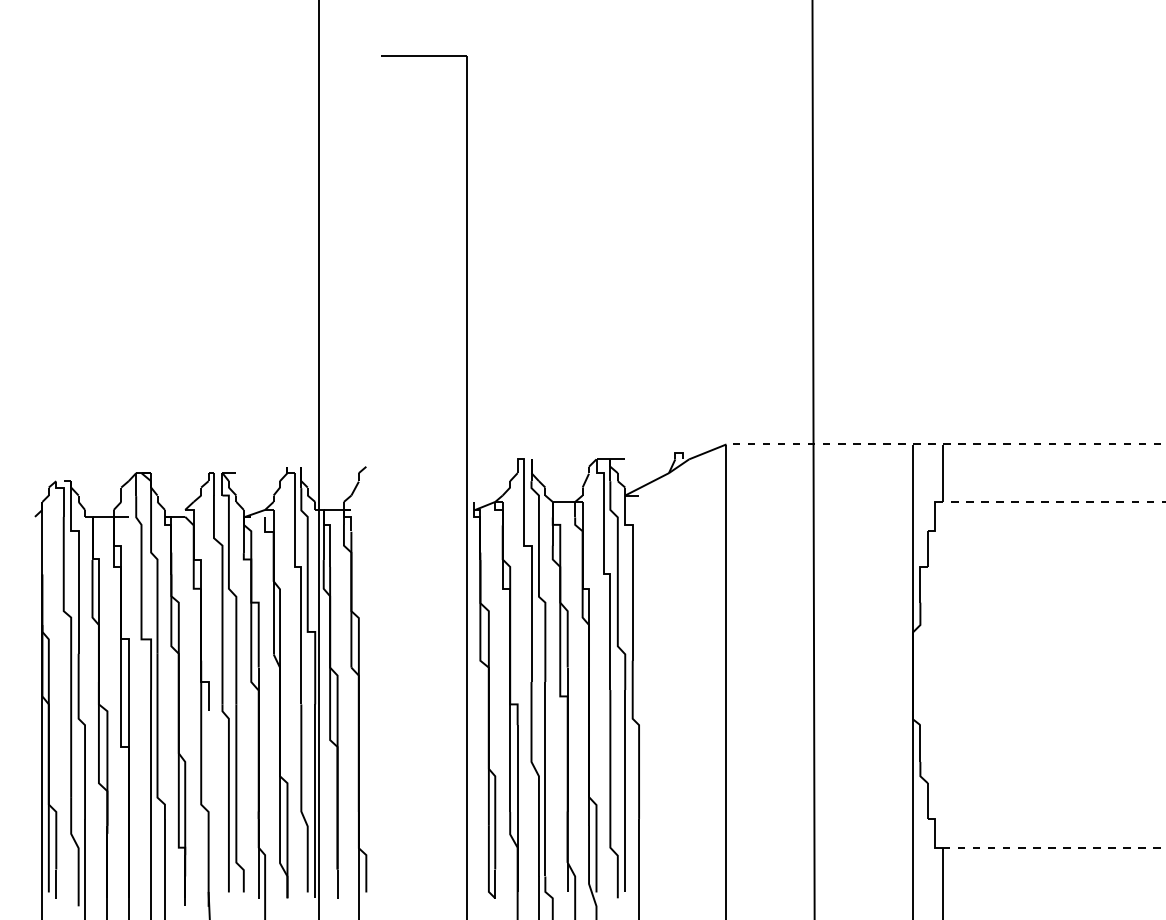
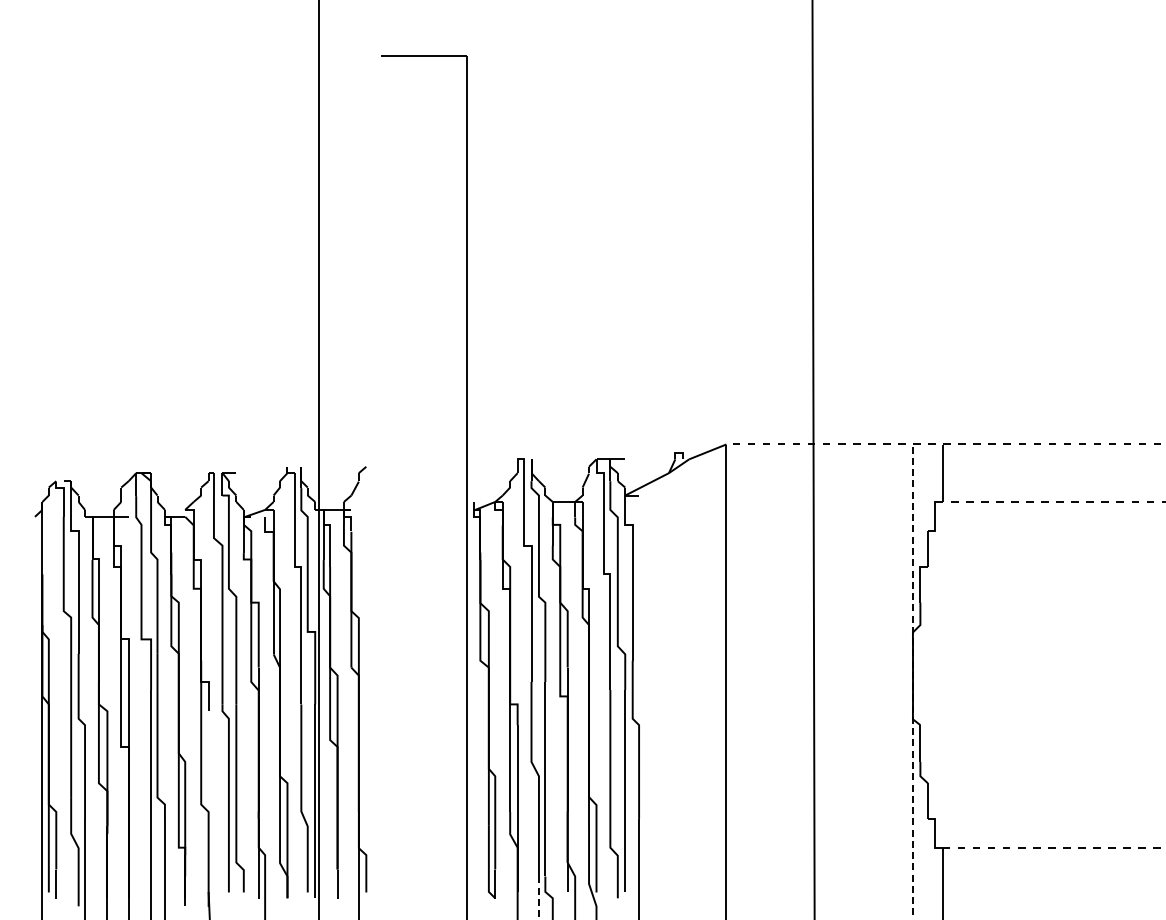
line at (912, 681): solid -> dashed
line at (538, 898): solid -> dashed
